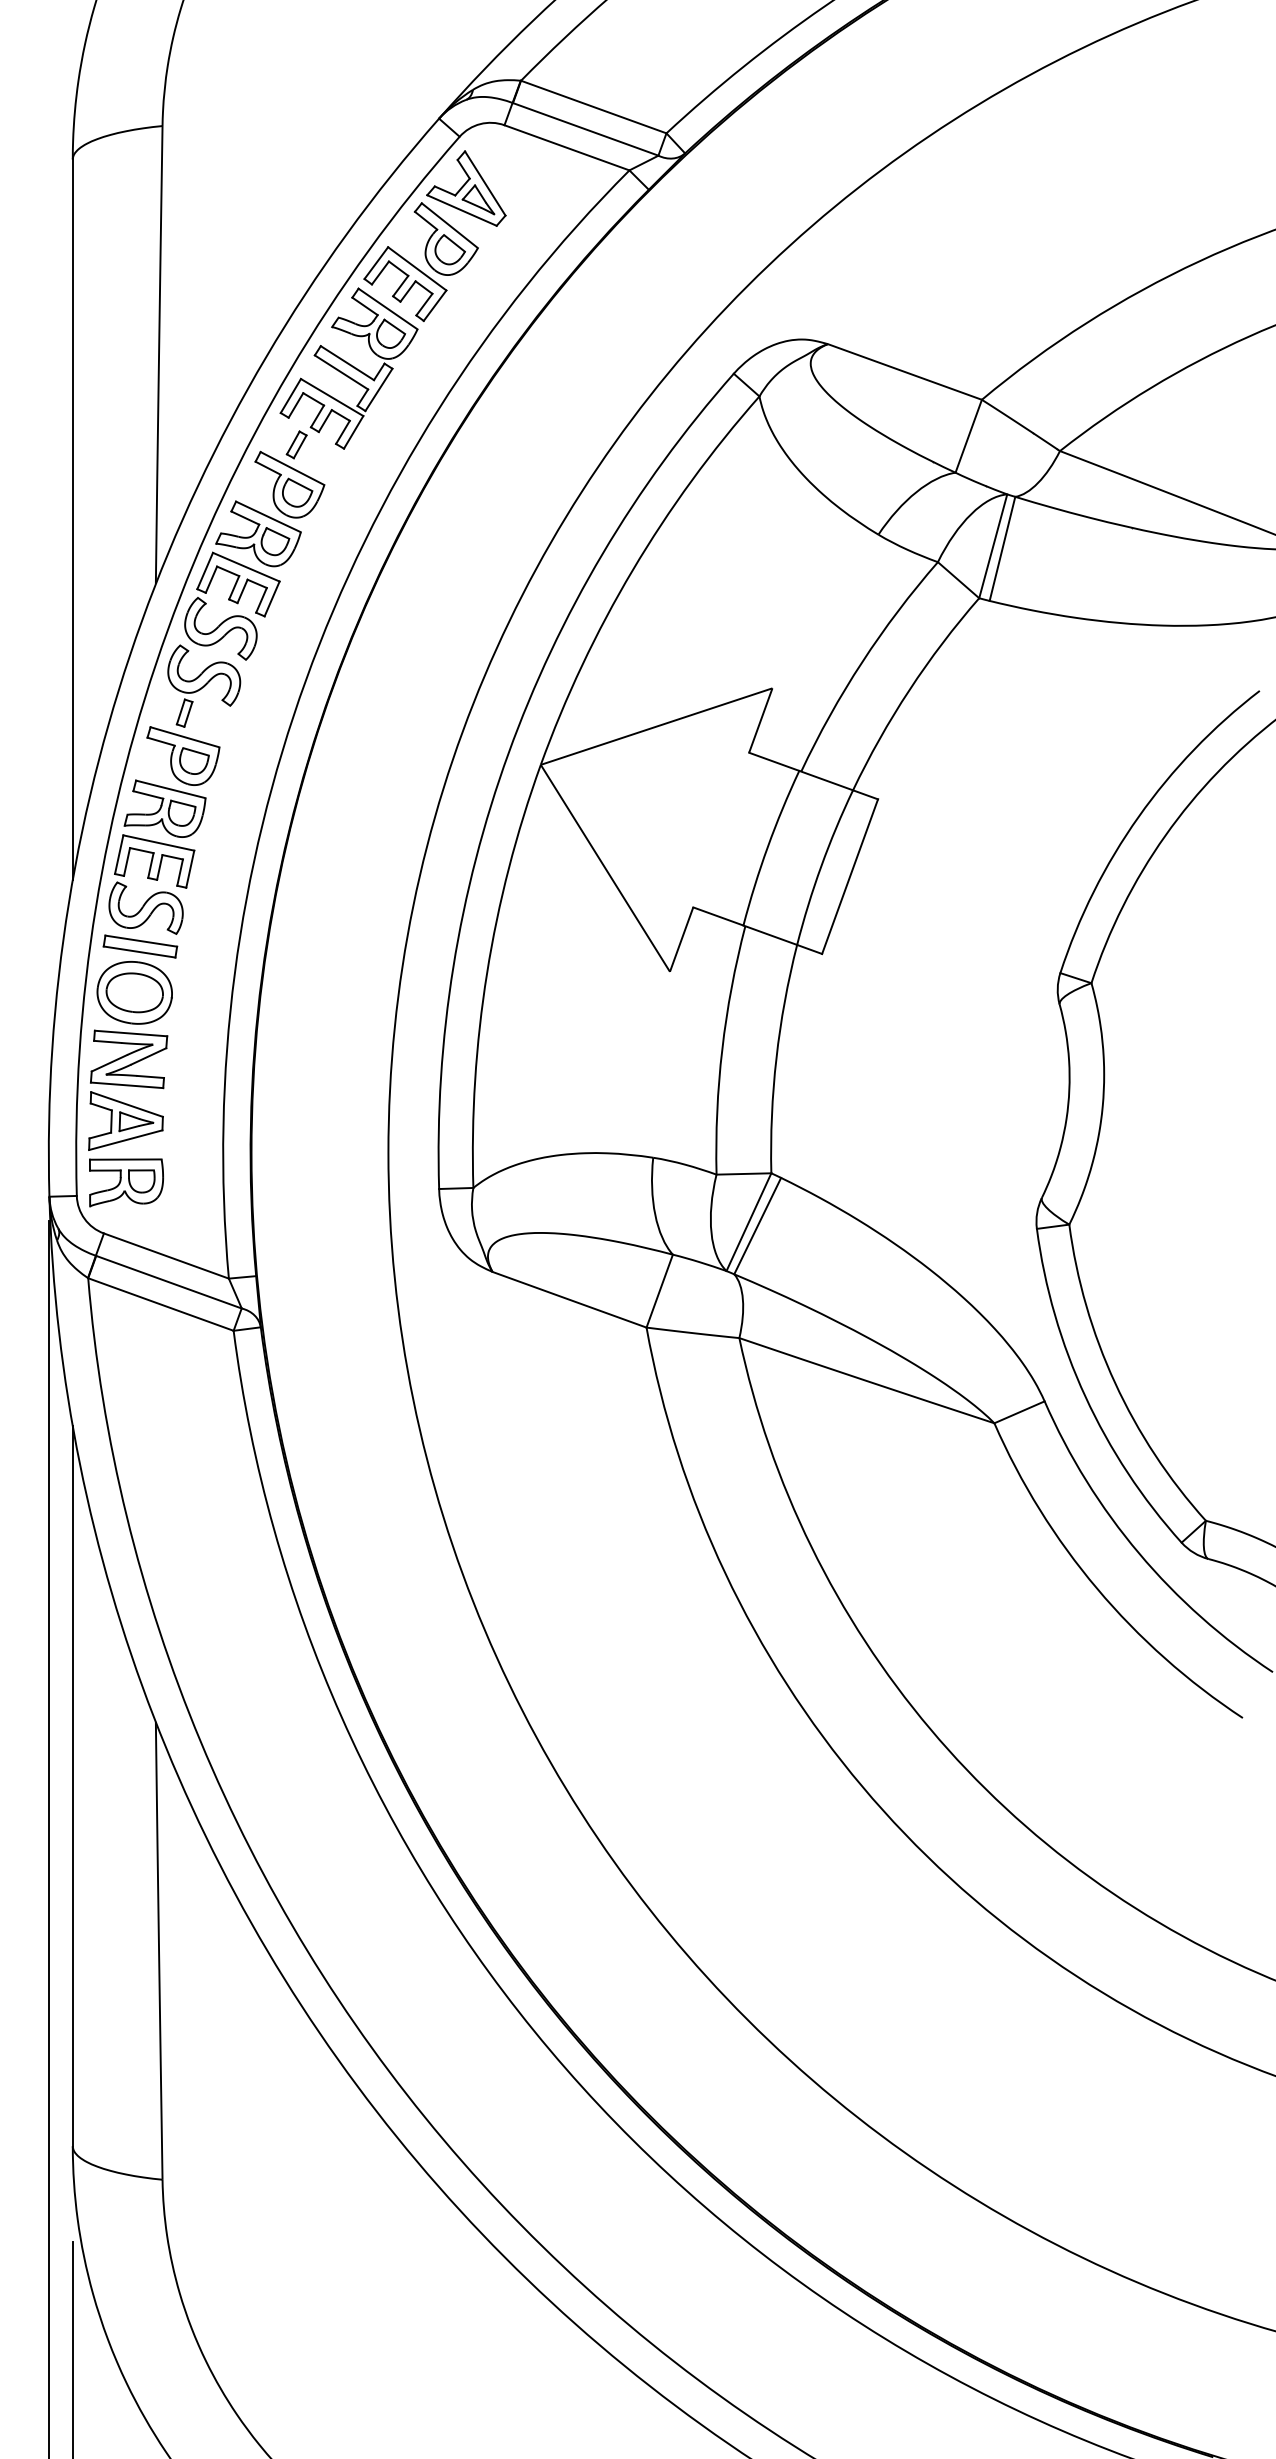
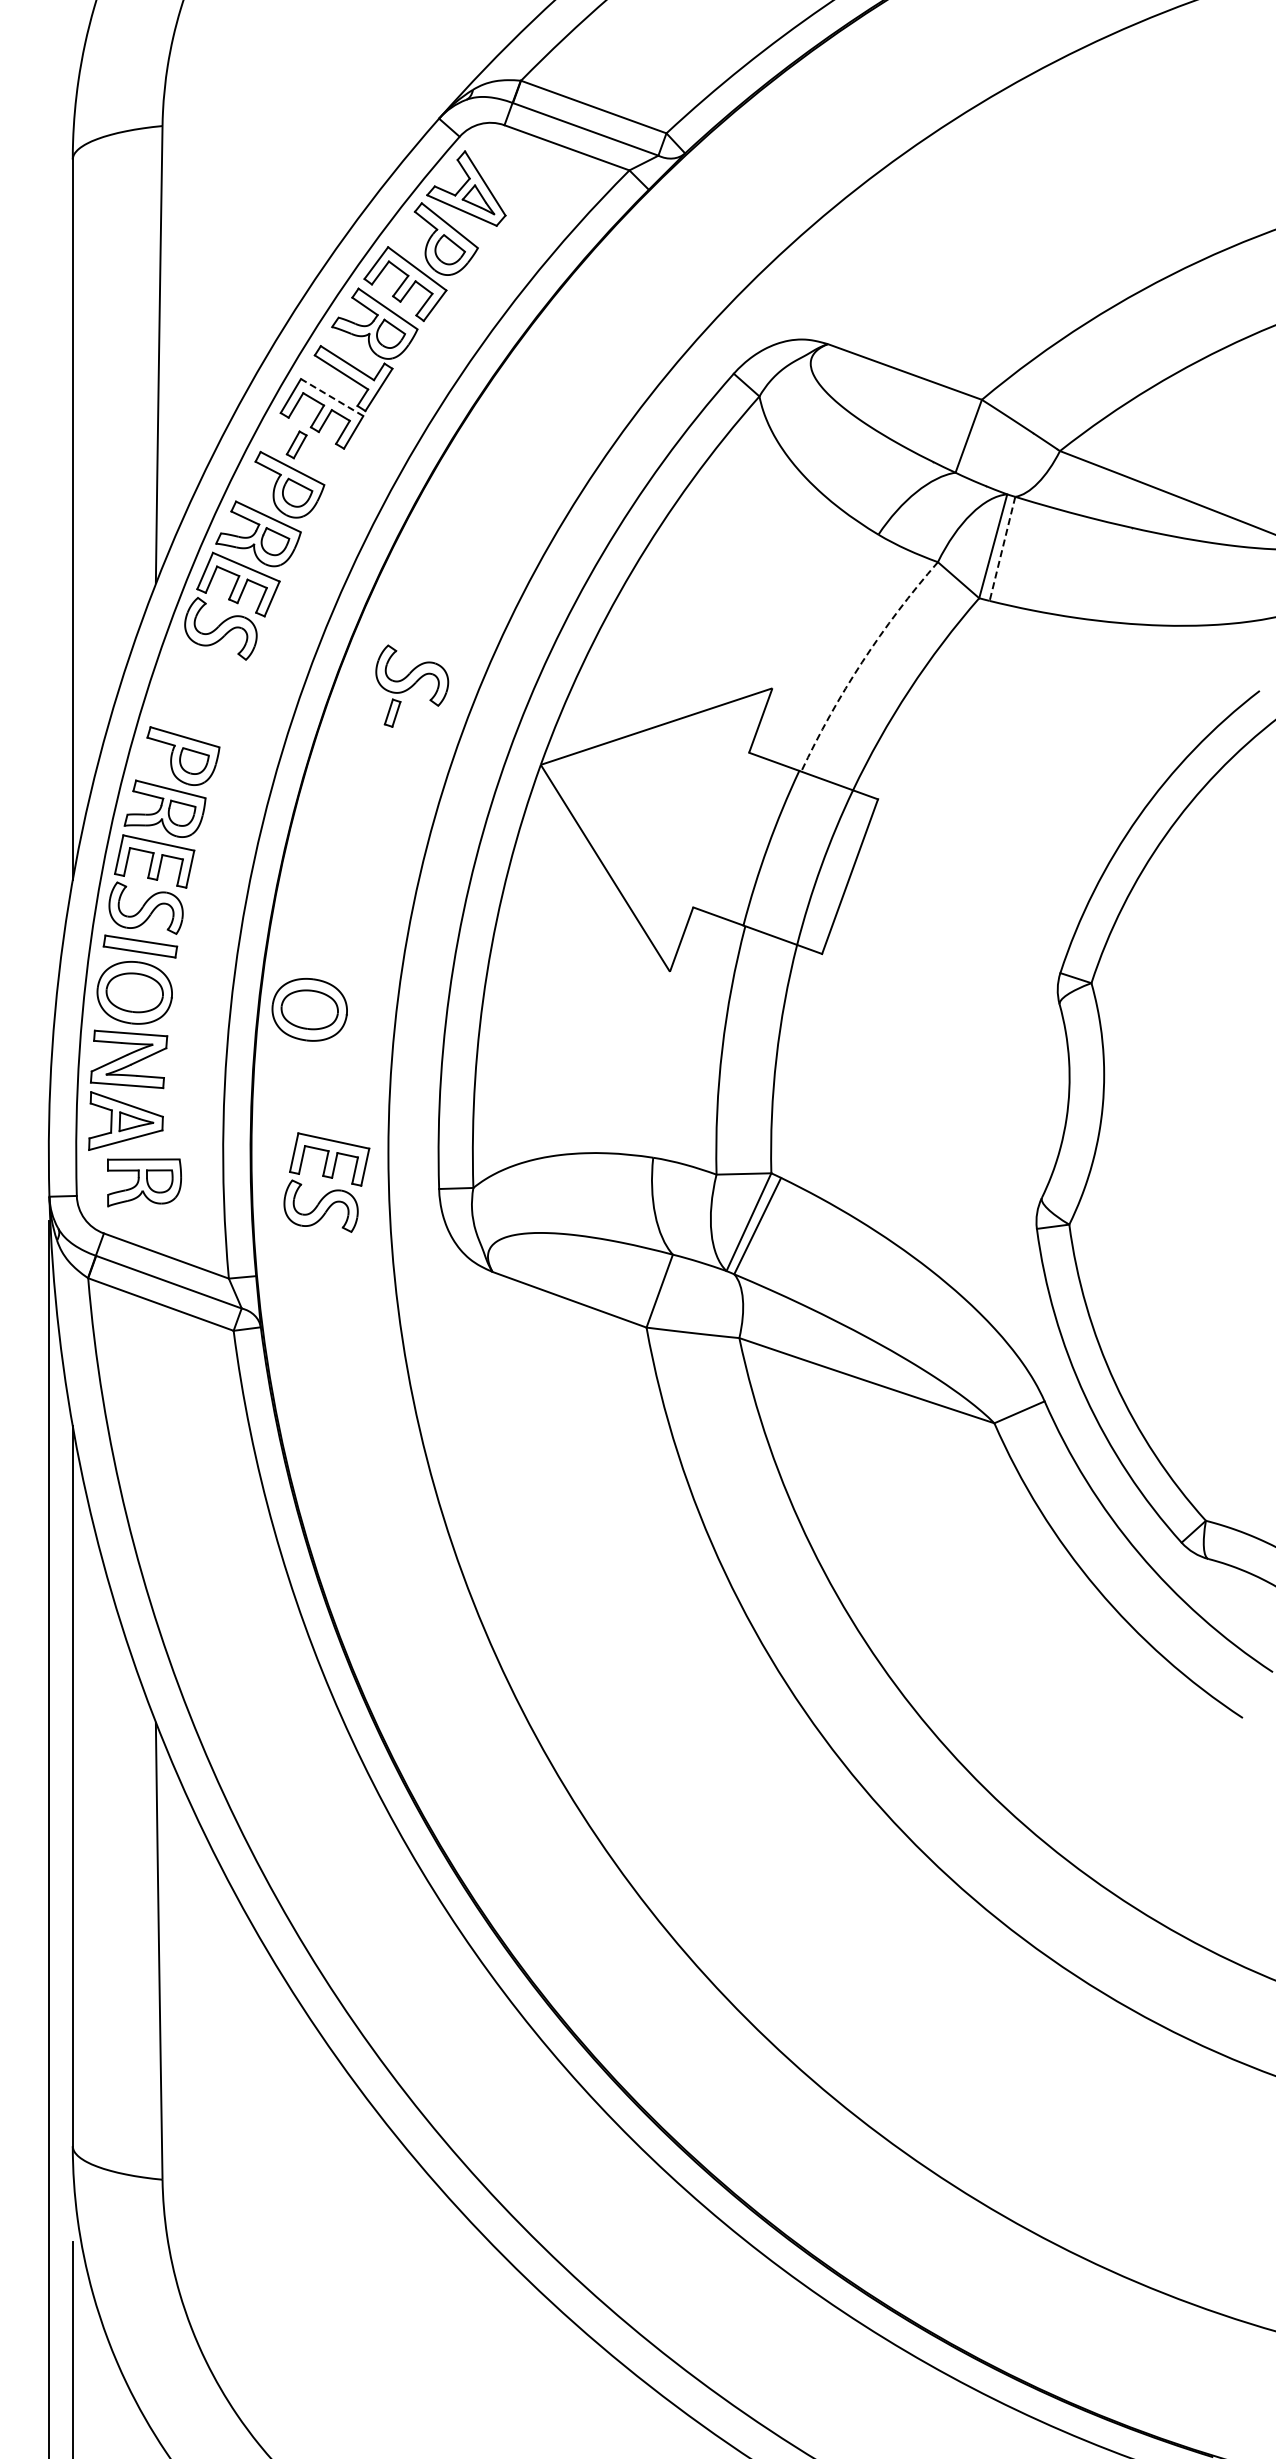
line at (331, 397): solid -> dashed
line at (1002, 548): solid -> dashed
arc at (862, 662): solid -> dashed
part at (204, 685) position: (204, 685) -> (412, 685)
part at (309, 1009): none -> present
part at (126, 1182) position: (126, 1182) -> (144, 1182)
part at (326, 1182): none -> present
